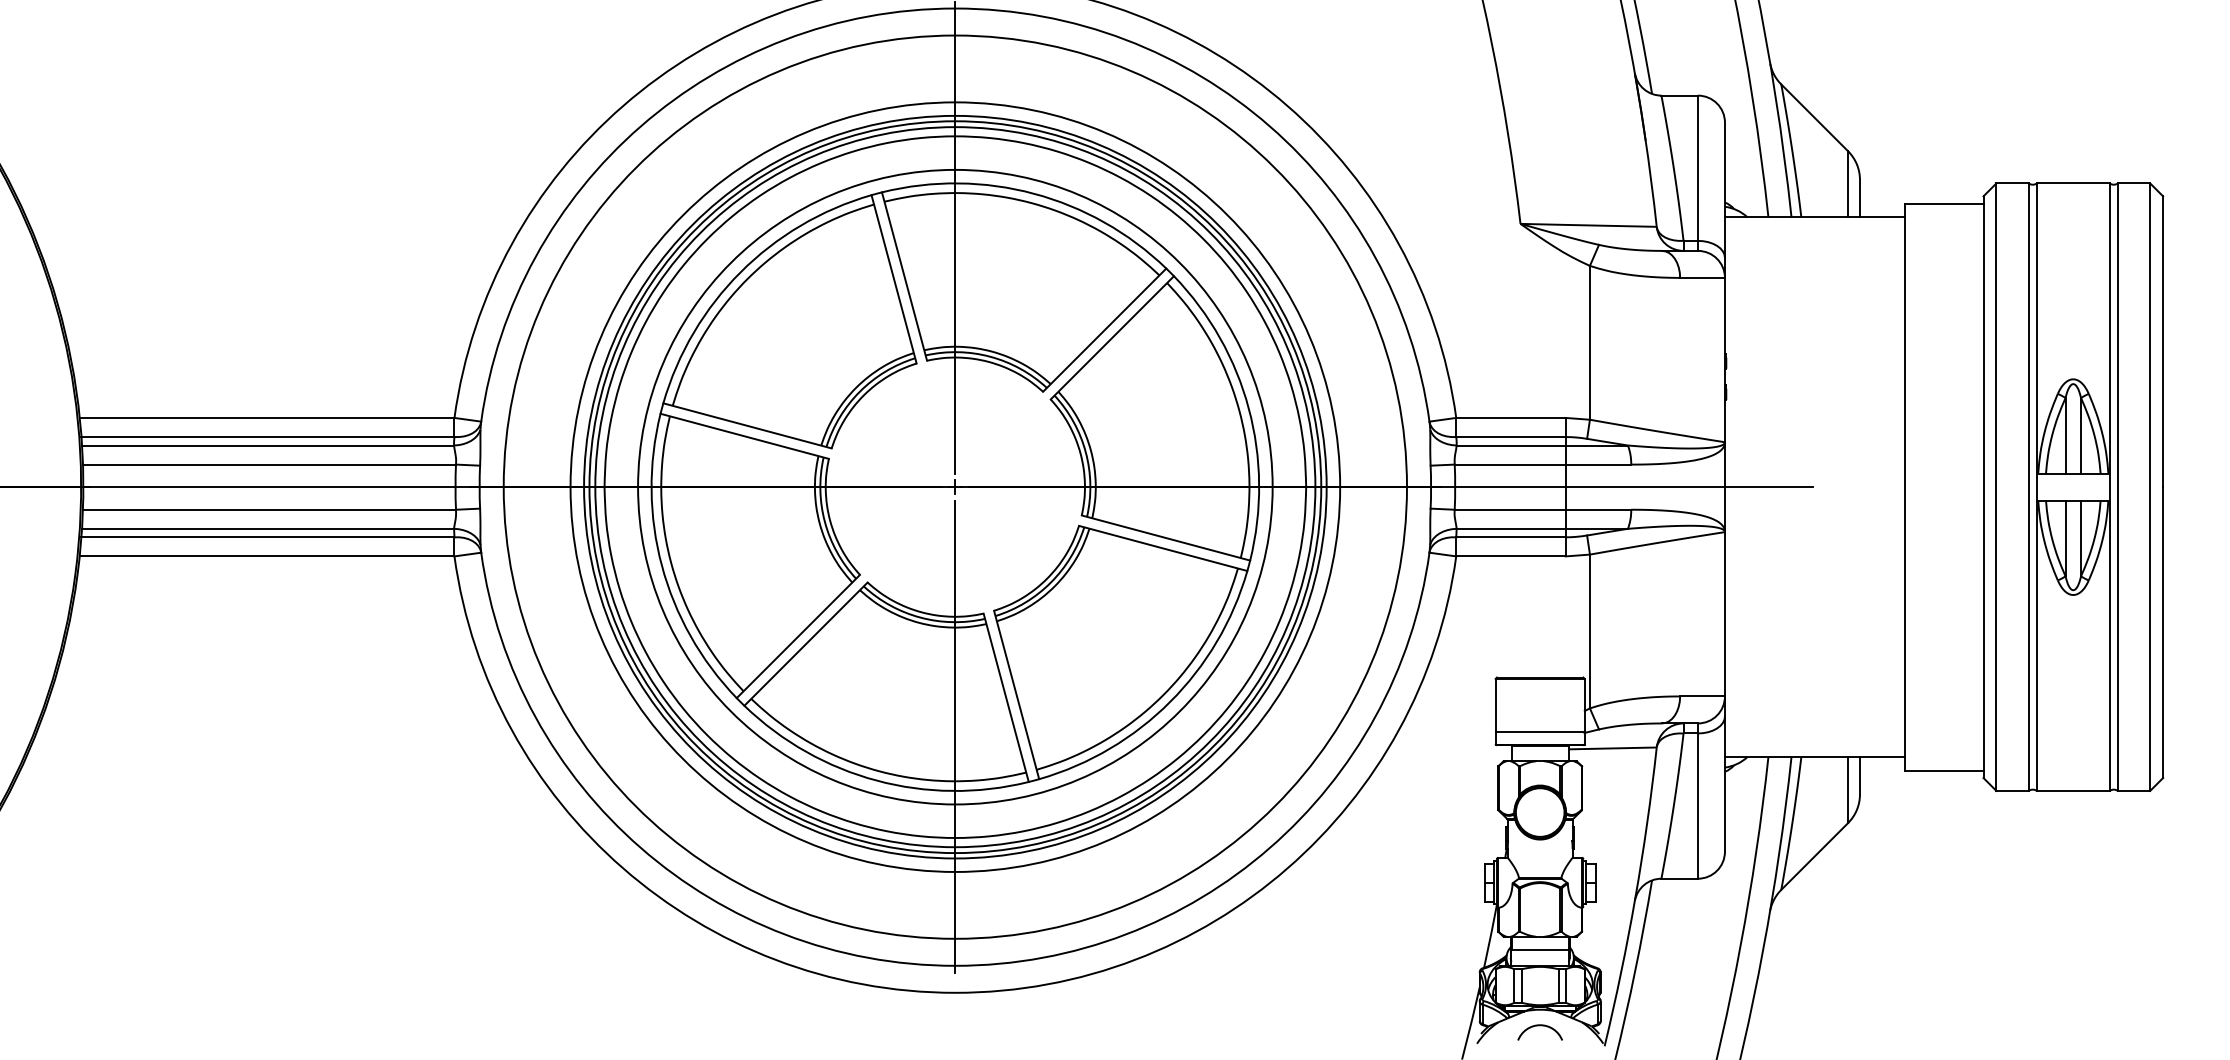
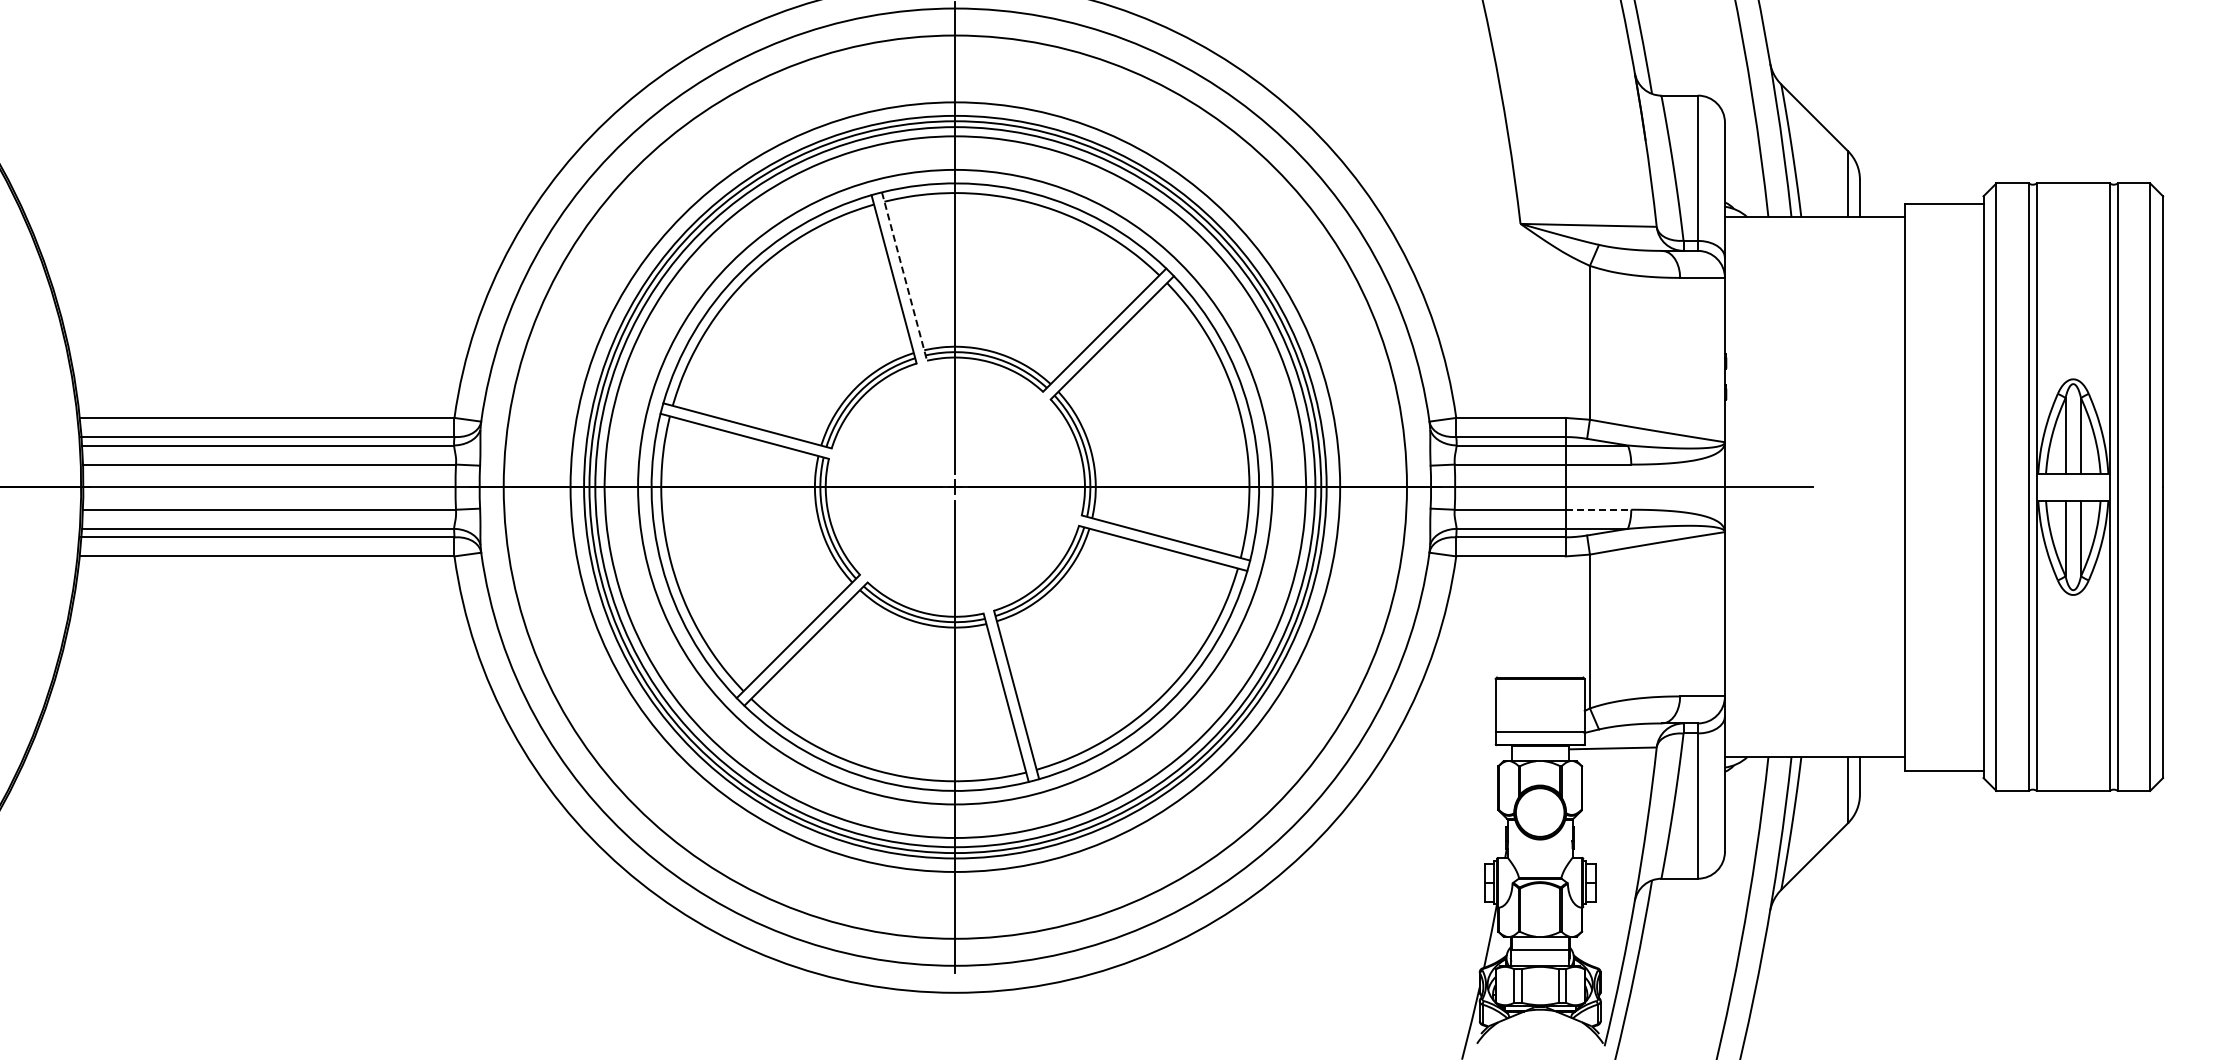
line at (904, 277): solid -> dashed
line at (1598, 509): solid -> dashed
arc at (1539, 1026): present -> none
